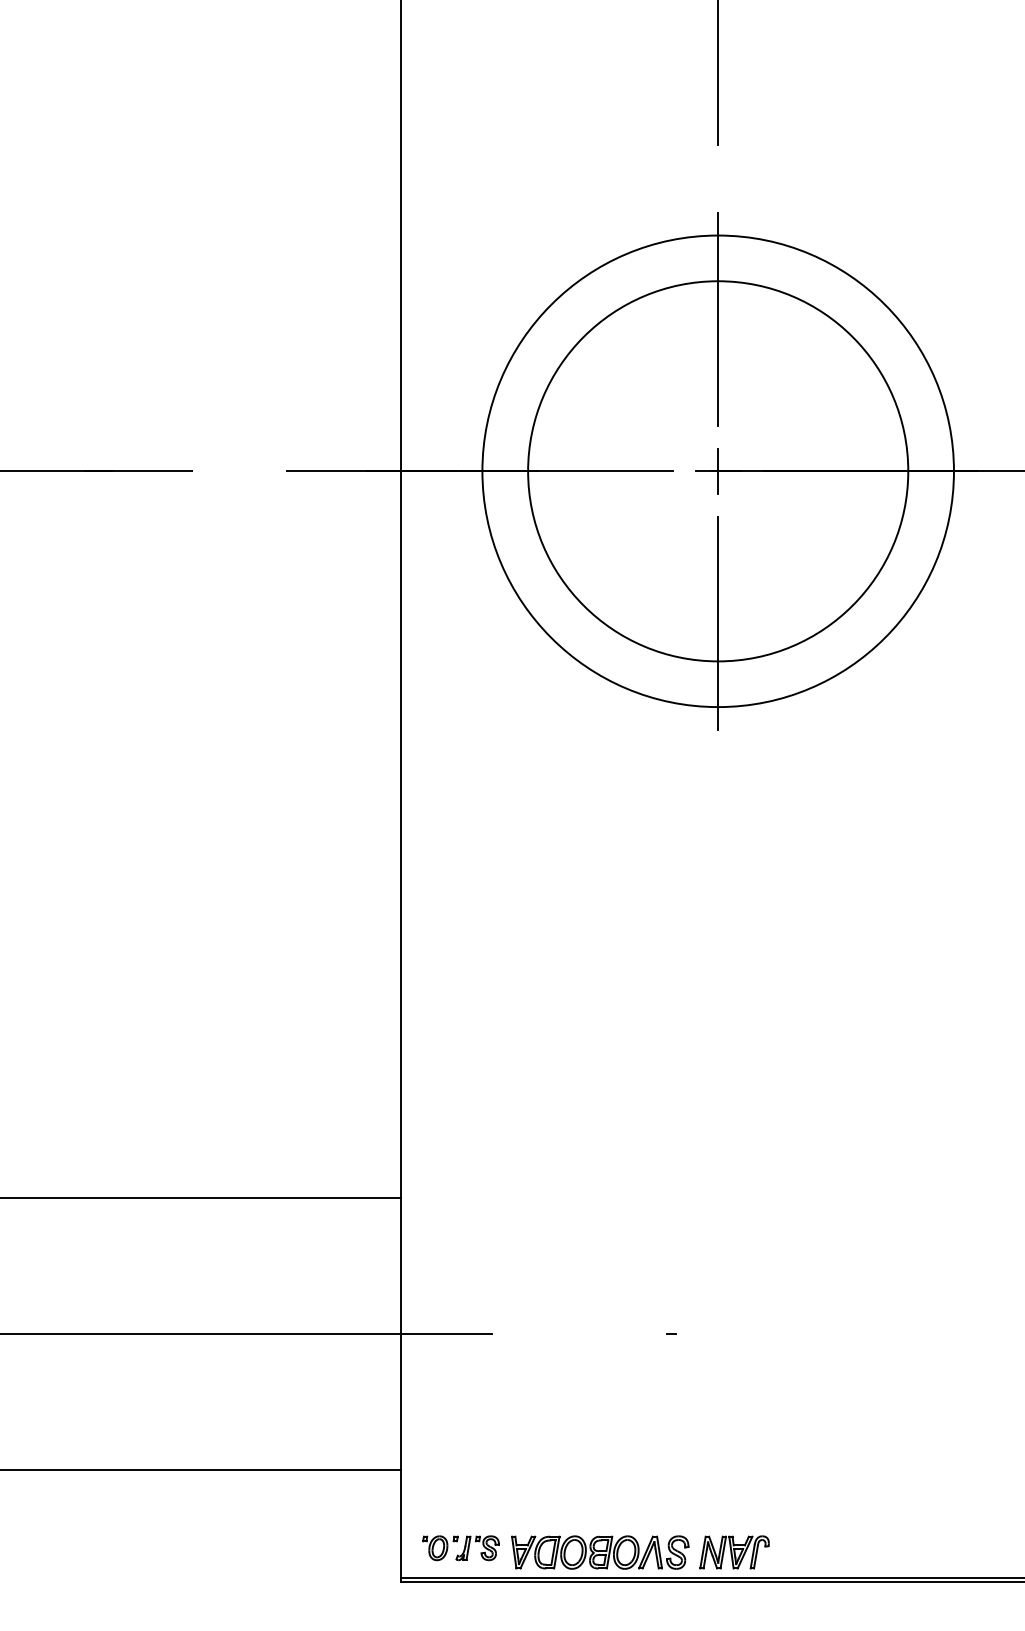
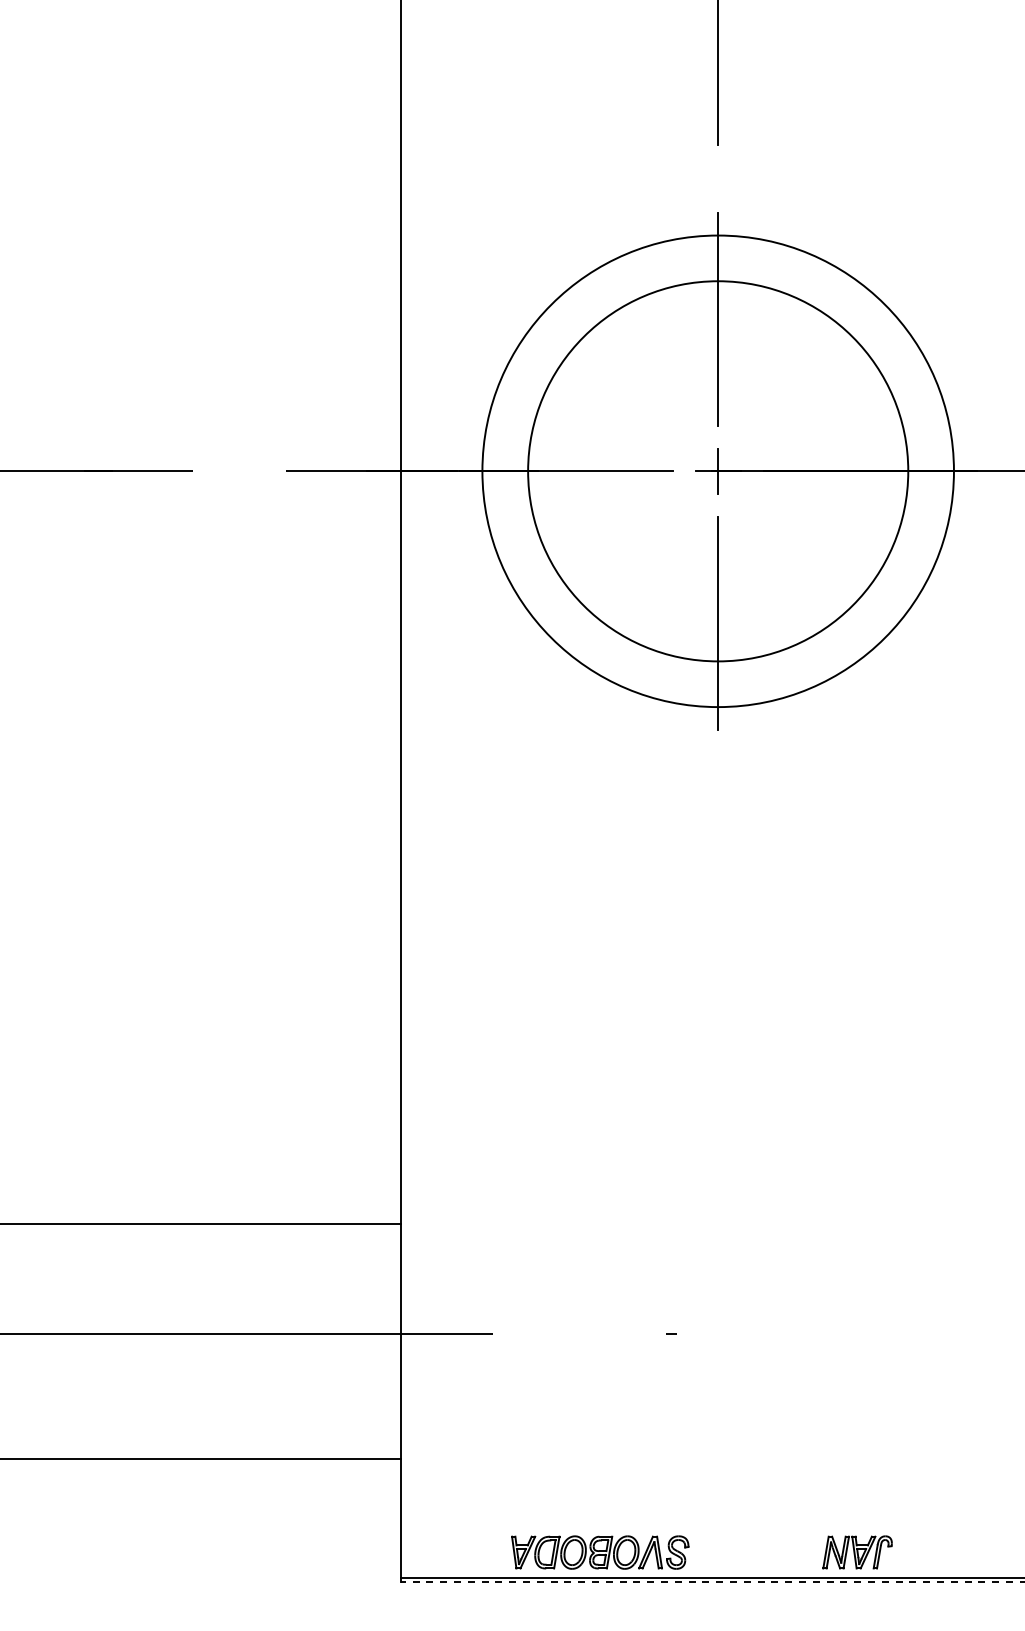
line at (201, 1197) position: (201, 1197) -> (201, 1223)
line at (201, 1469) position: (201, 1469) -> (201, 1458)
part at (460, 1548): present -> none
part at (734, 1552) position: (734, 1552) -> (857, 1552)
line at (712, 1582): solid -> dashed
